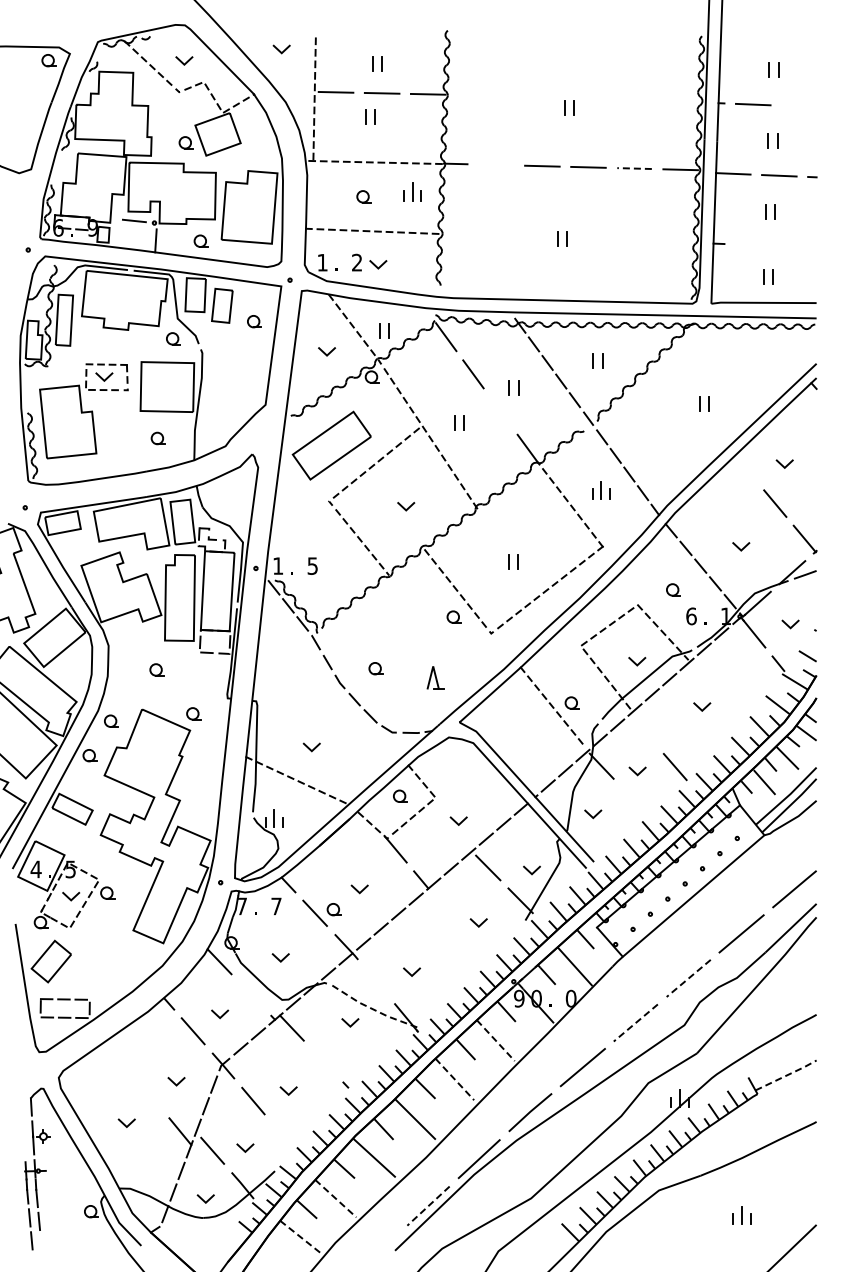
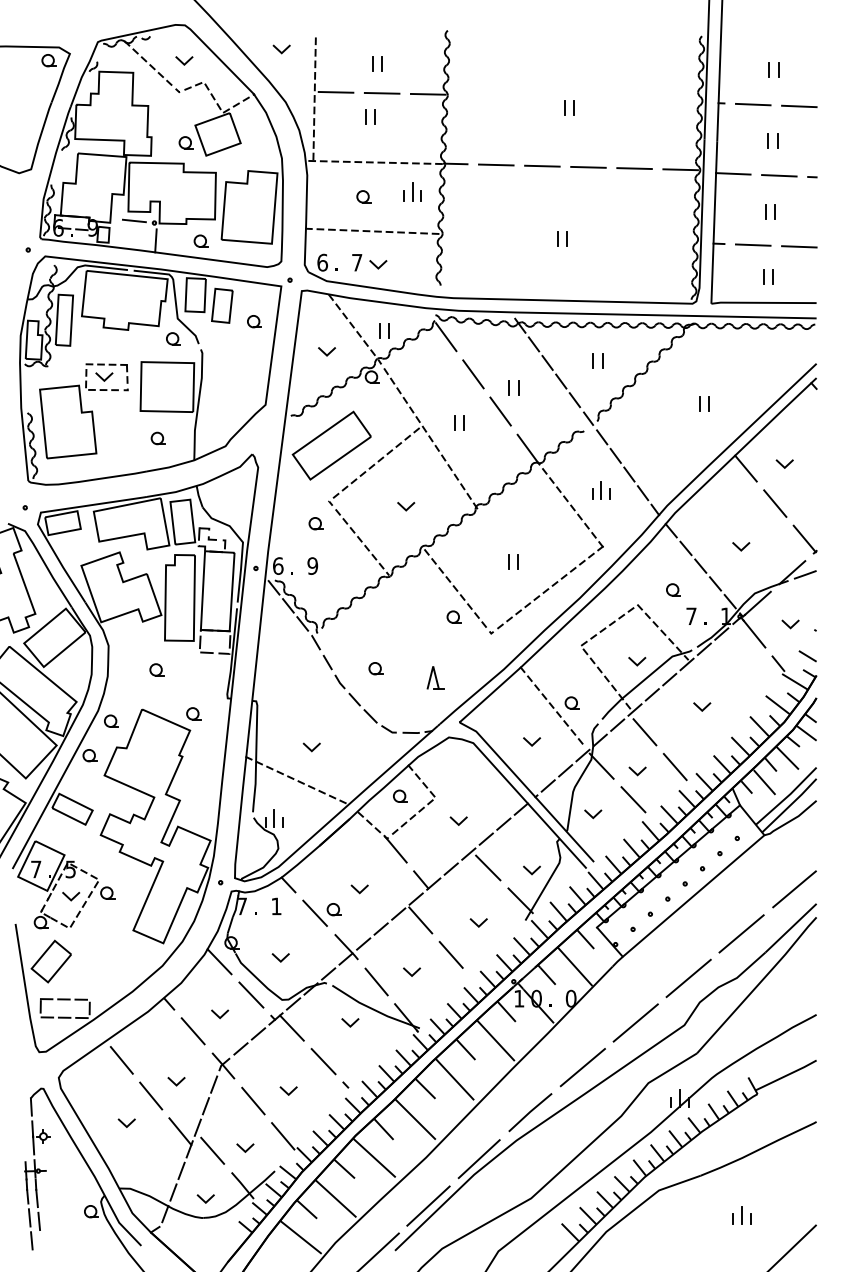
line at (799, 106): none -> present
line at (496, 164): none -> present
line at (634, 168): dashed -> solid
line at (752, 244): none -> present
line at (799, 246): none -> present
text at (322, 262): 1 -> 6
text at (357, 262): 2 -> 7
line at (500, 411): none -> present
line at (745, 468): none -> present
part at (315, 523): none -> present
text at (278, 565): 1 -> 6
text at (312, 565): 5 -> 9
text at (691, 616): 6 -> 7
line at (644, 732): none -> present
line at (530, 742): none -> present
line at (633, 799): none -> present
text at (35, 869): 4 -> 7
text at (276, 906): 7 -> 1
line at (420, 920): none -> present
line at (450, 954): none -> present
line at (688, 978): dashed -> solid
line at (376, 981): none -> present
line at (251, 994): none -> present
text at (519, 998): 9 -> 1
line at (375, 1010): dashed -> solid
line at (635, 1023): dashed -> solid
line at (495, 1040): dashed -> solid
line at (121, 1060): none -> present
line at (323, 1061): none -> present
line at (786, 1075): dashed -> solid
line at (455, 1079): dashed -> solid
line at (151, 1095): none -> present
line at (283, 1136): none -> present
line at (335, 1198): dashed -> solid
line at (428, 1206): dashed -> solid
line at (301, 1237): dashed -> solid
line at (379, 1250): none -> present
